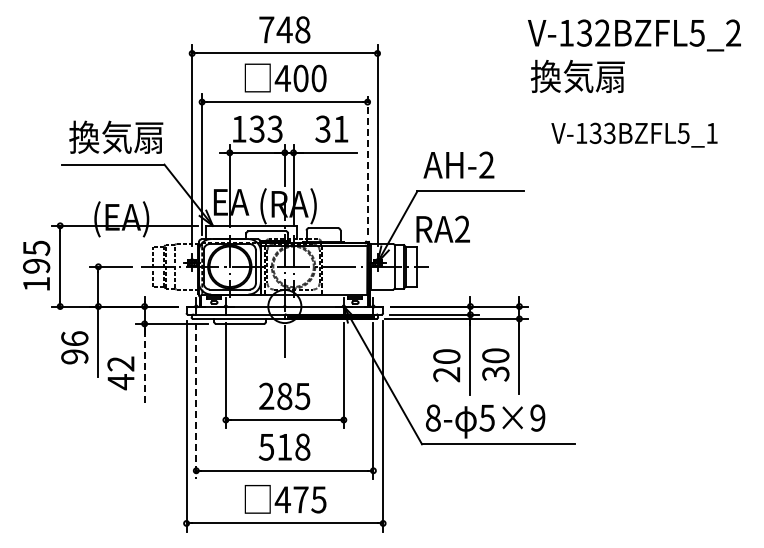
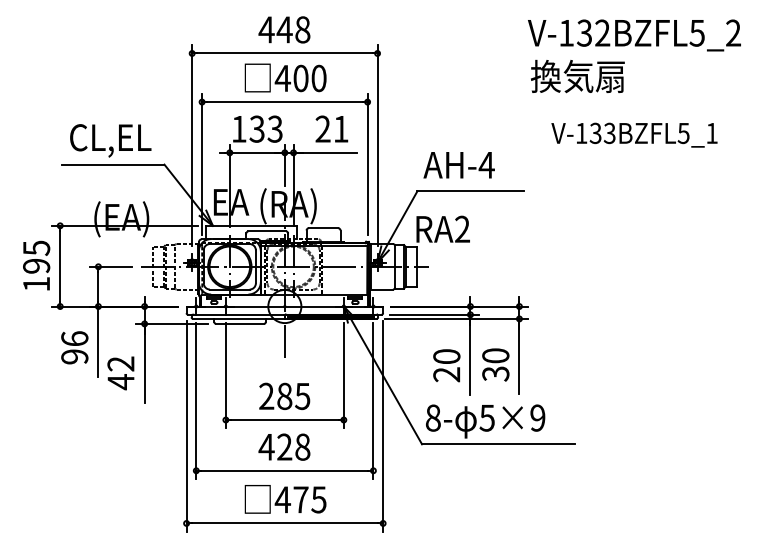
text at (266, 29): 748 -> 448
text at (322, 129): 31 -> 21
text at (116, 138): 換気扇 -> CL,EL
line at (367, 163): dashed -> solid
text at (486, 164): AH-2 -> AH-4
line at (144, 362): dashed -> solid
line at (196, 401): dashed -> solid
text at (275, 446): 518 -> 428
